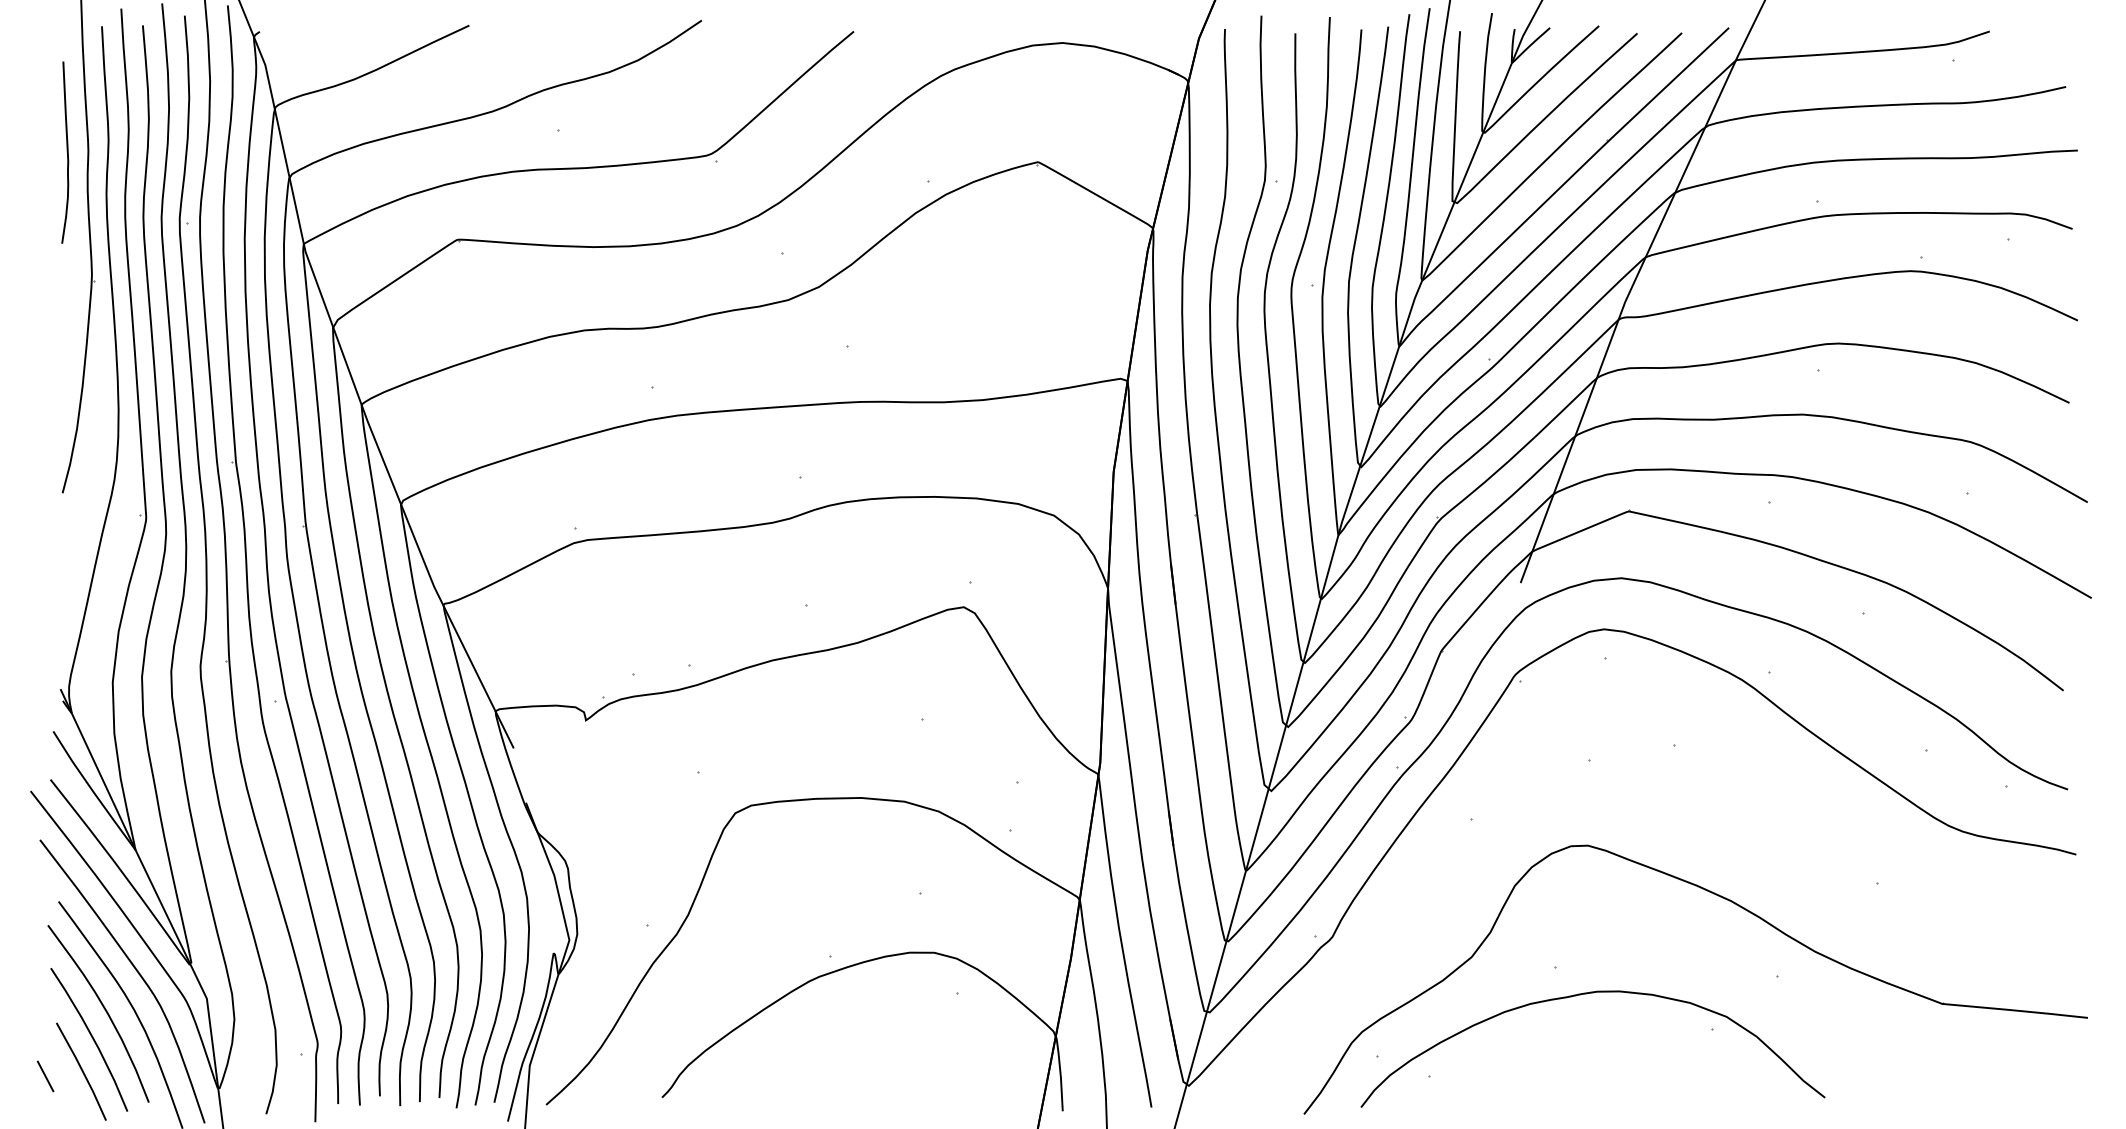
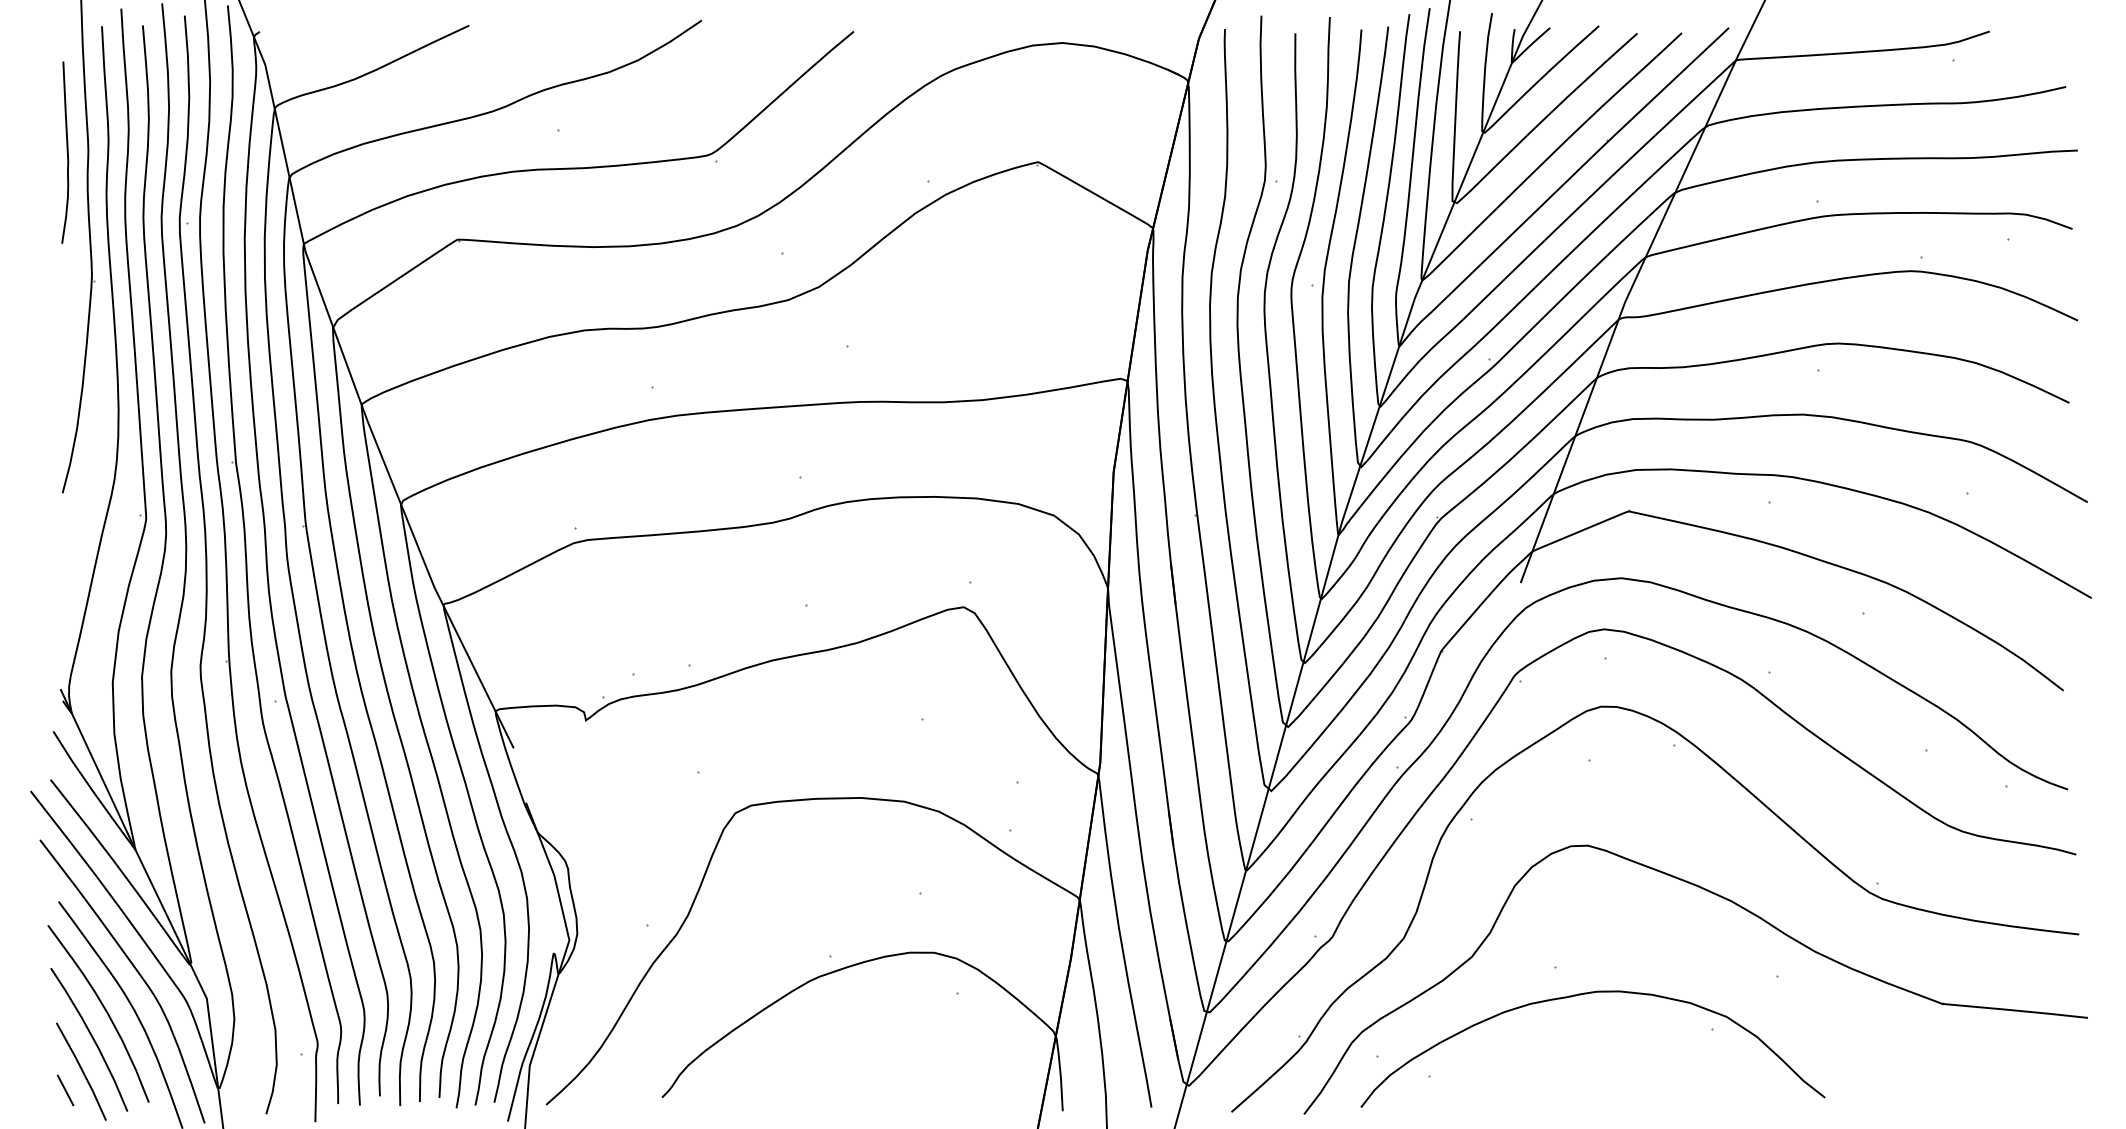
part at (1749, 793): none -> present
line at (45, 1076) position: (45, 1076) -> (65, 1090)
